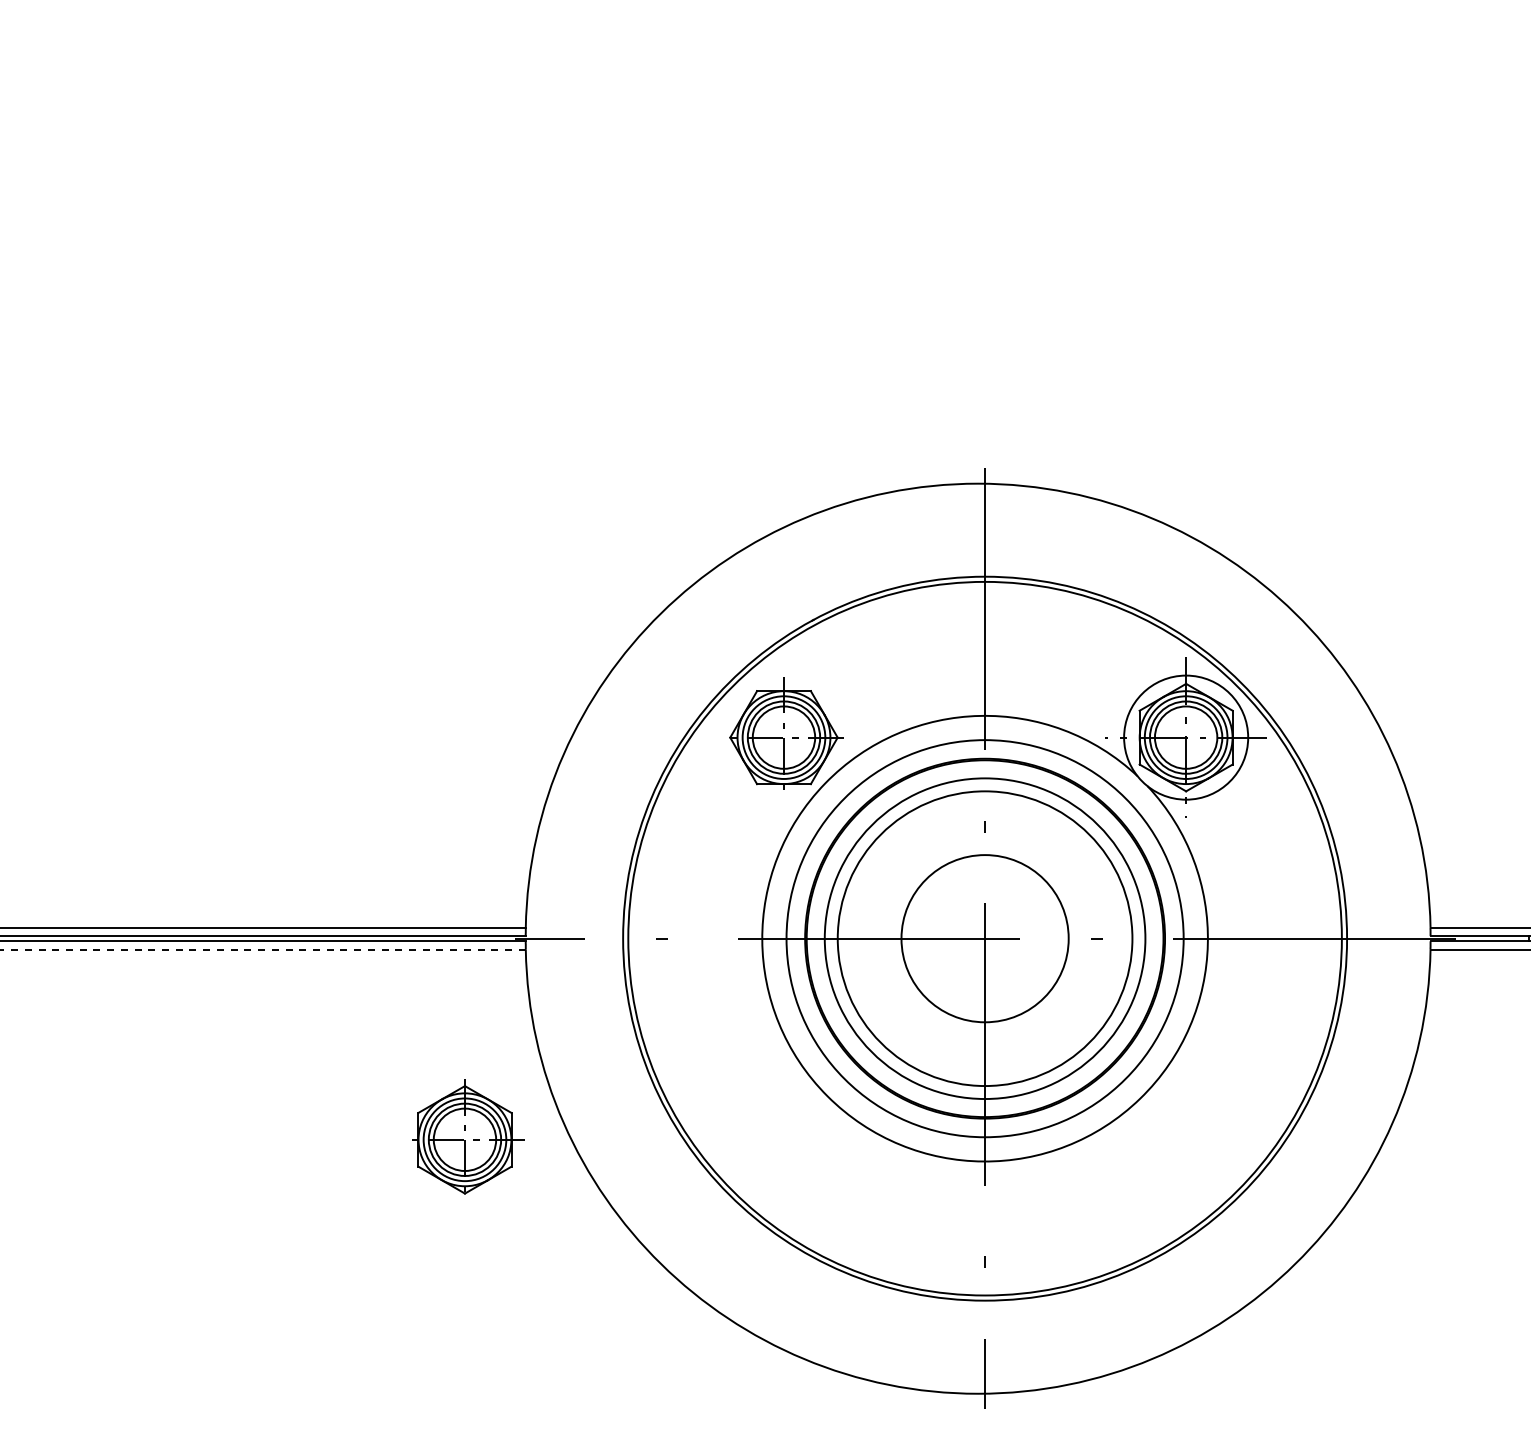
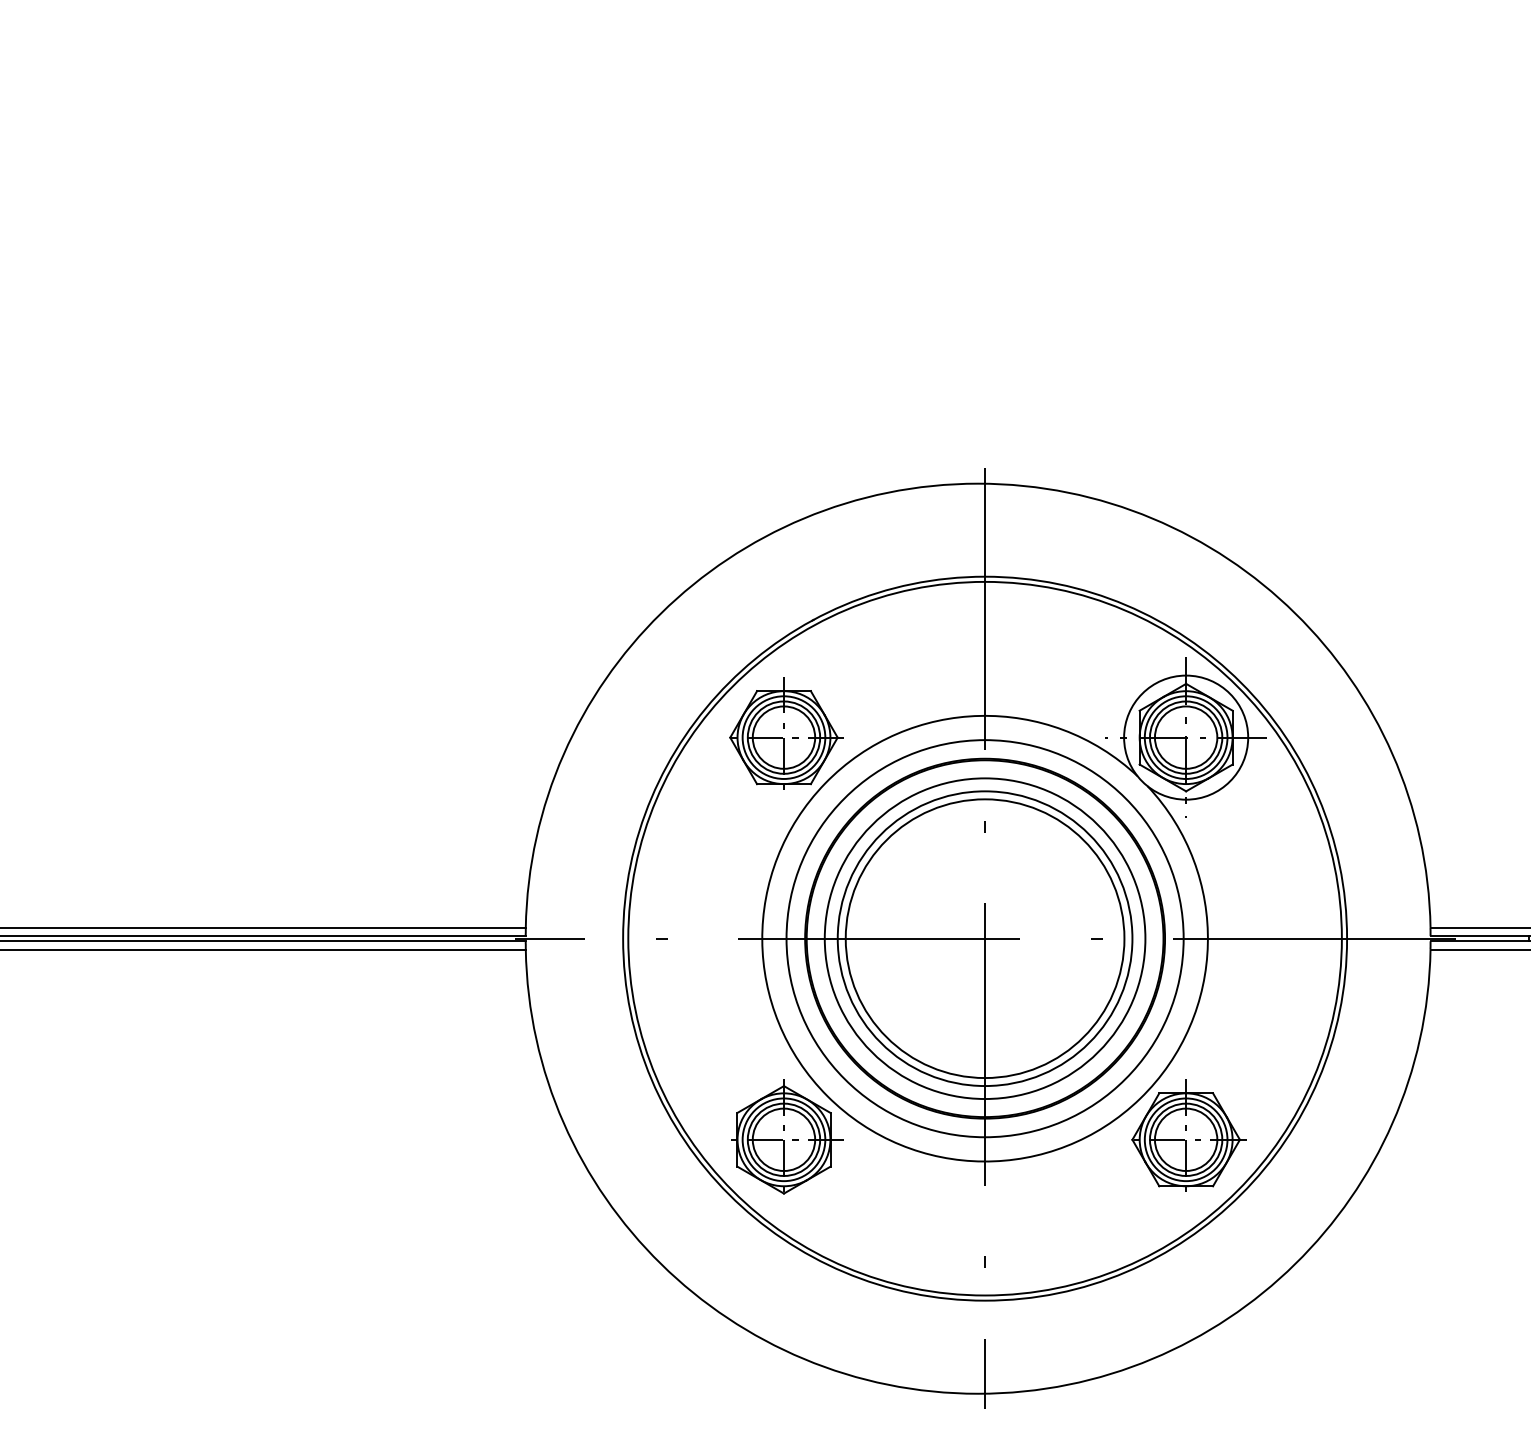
circle at (984, 938) diameter: 167 px -> 279 px
line at (263, 949): dashed -> solid
part at (1188, 1135): none -> present
part at (468, 1136) position: (468, 1136) -> (787, 1136)
